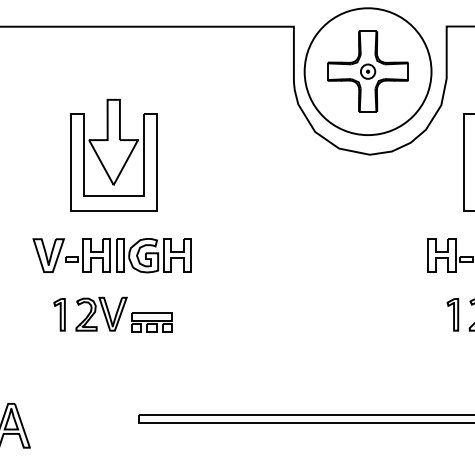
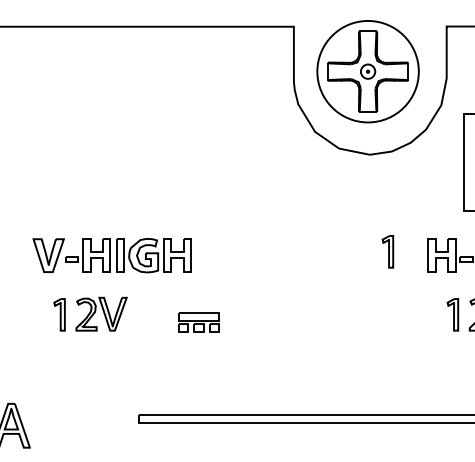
circle at (367, 71) diameter: 127 px -> 101 px
part at (113, 154): present -> none
part at (387, 251): none -> present
part at (151, 322) position: (151, 322) -> (198, 322)
